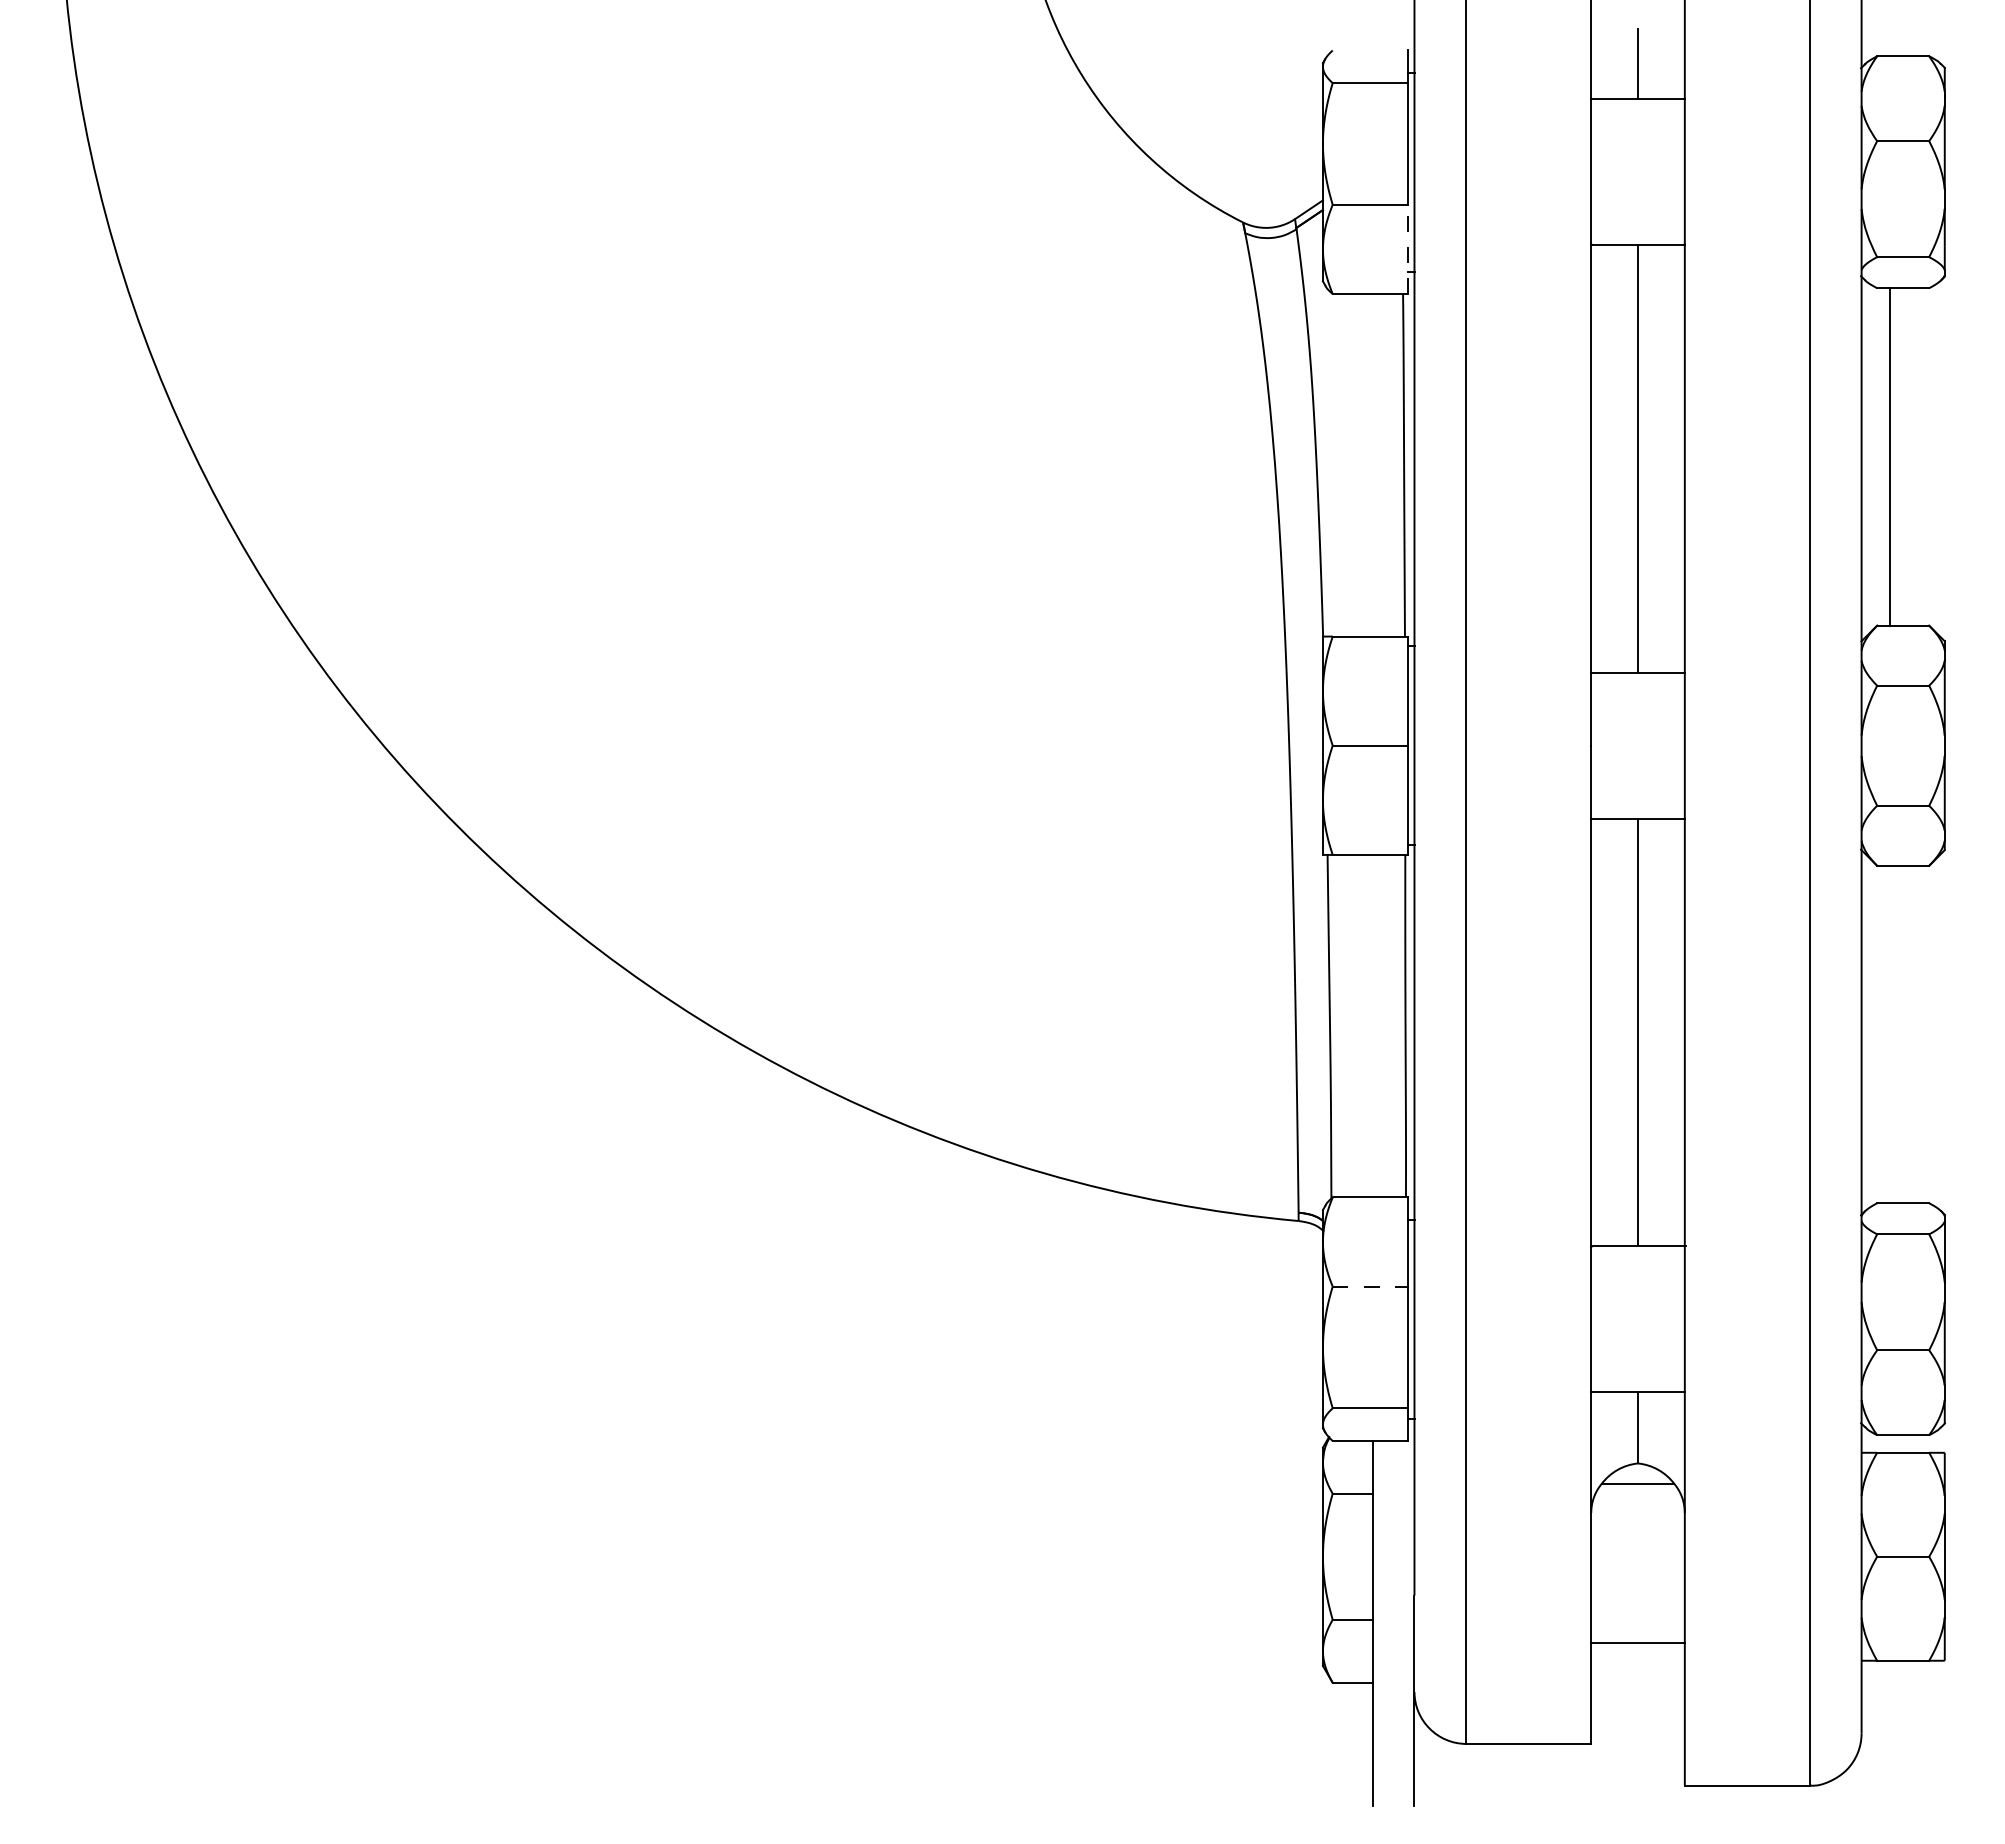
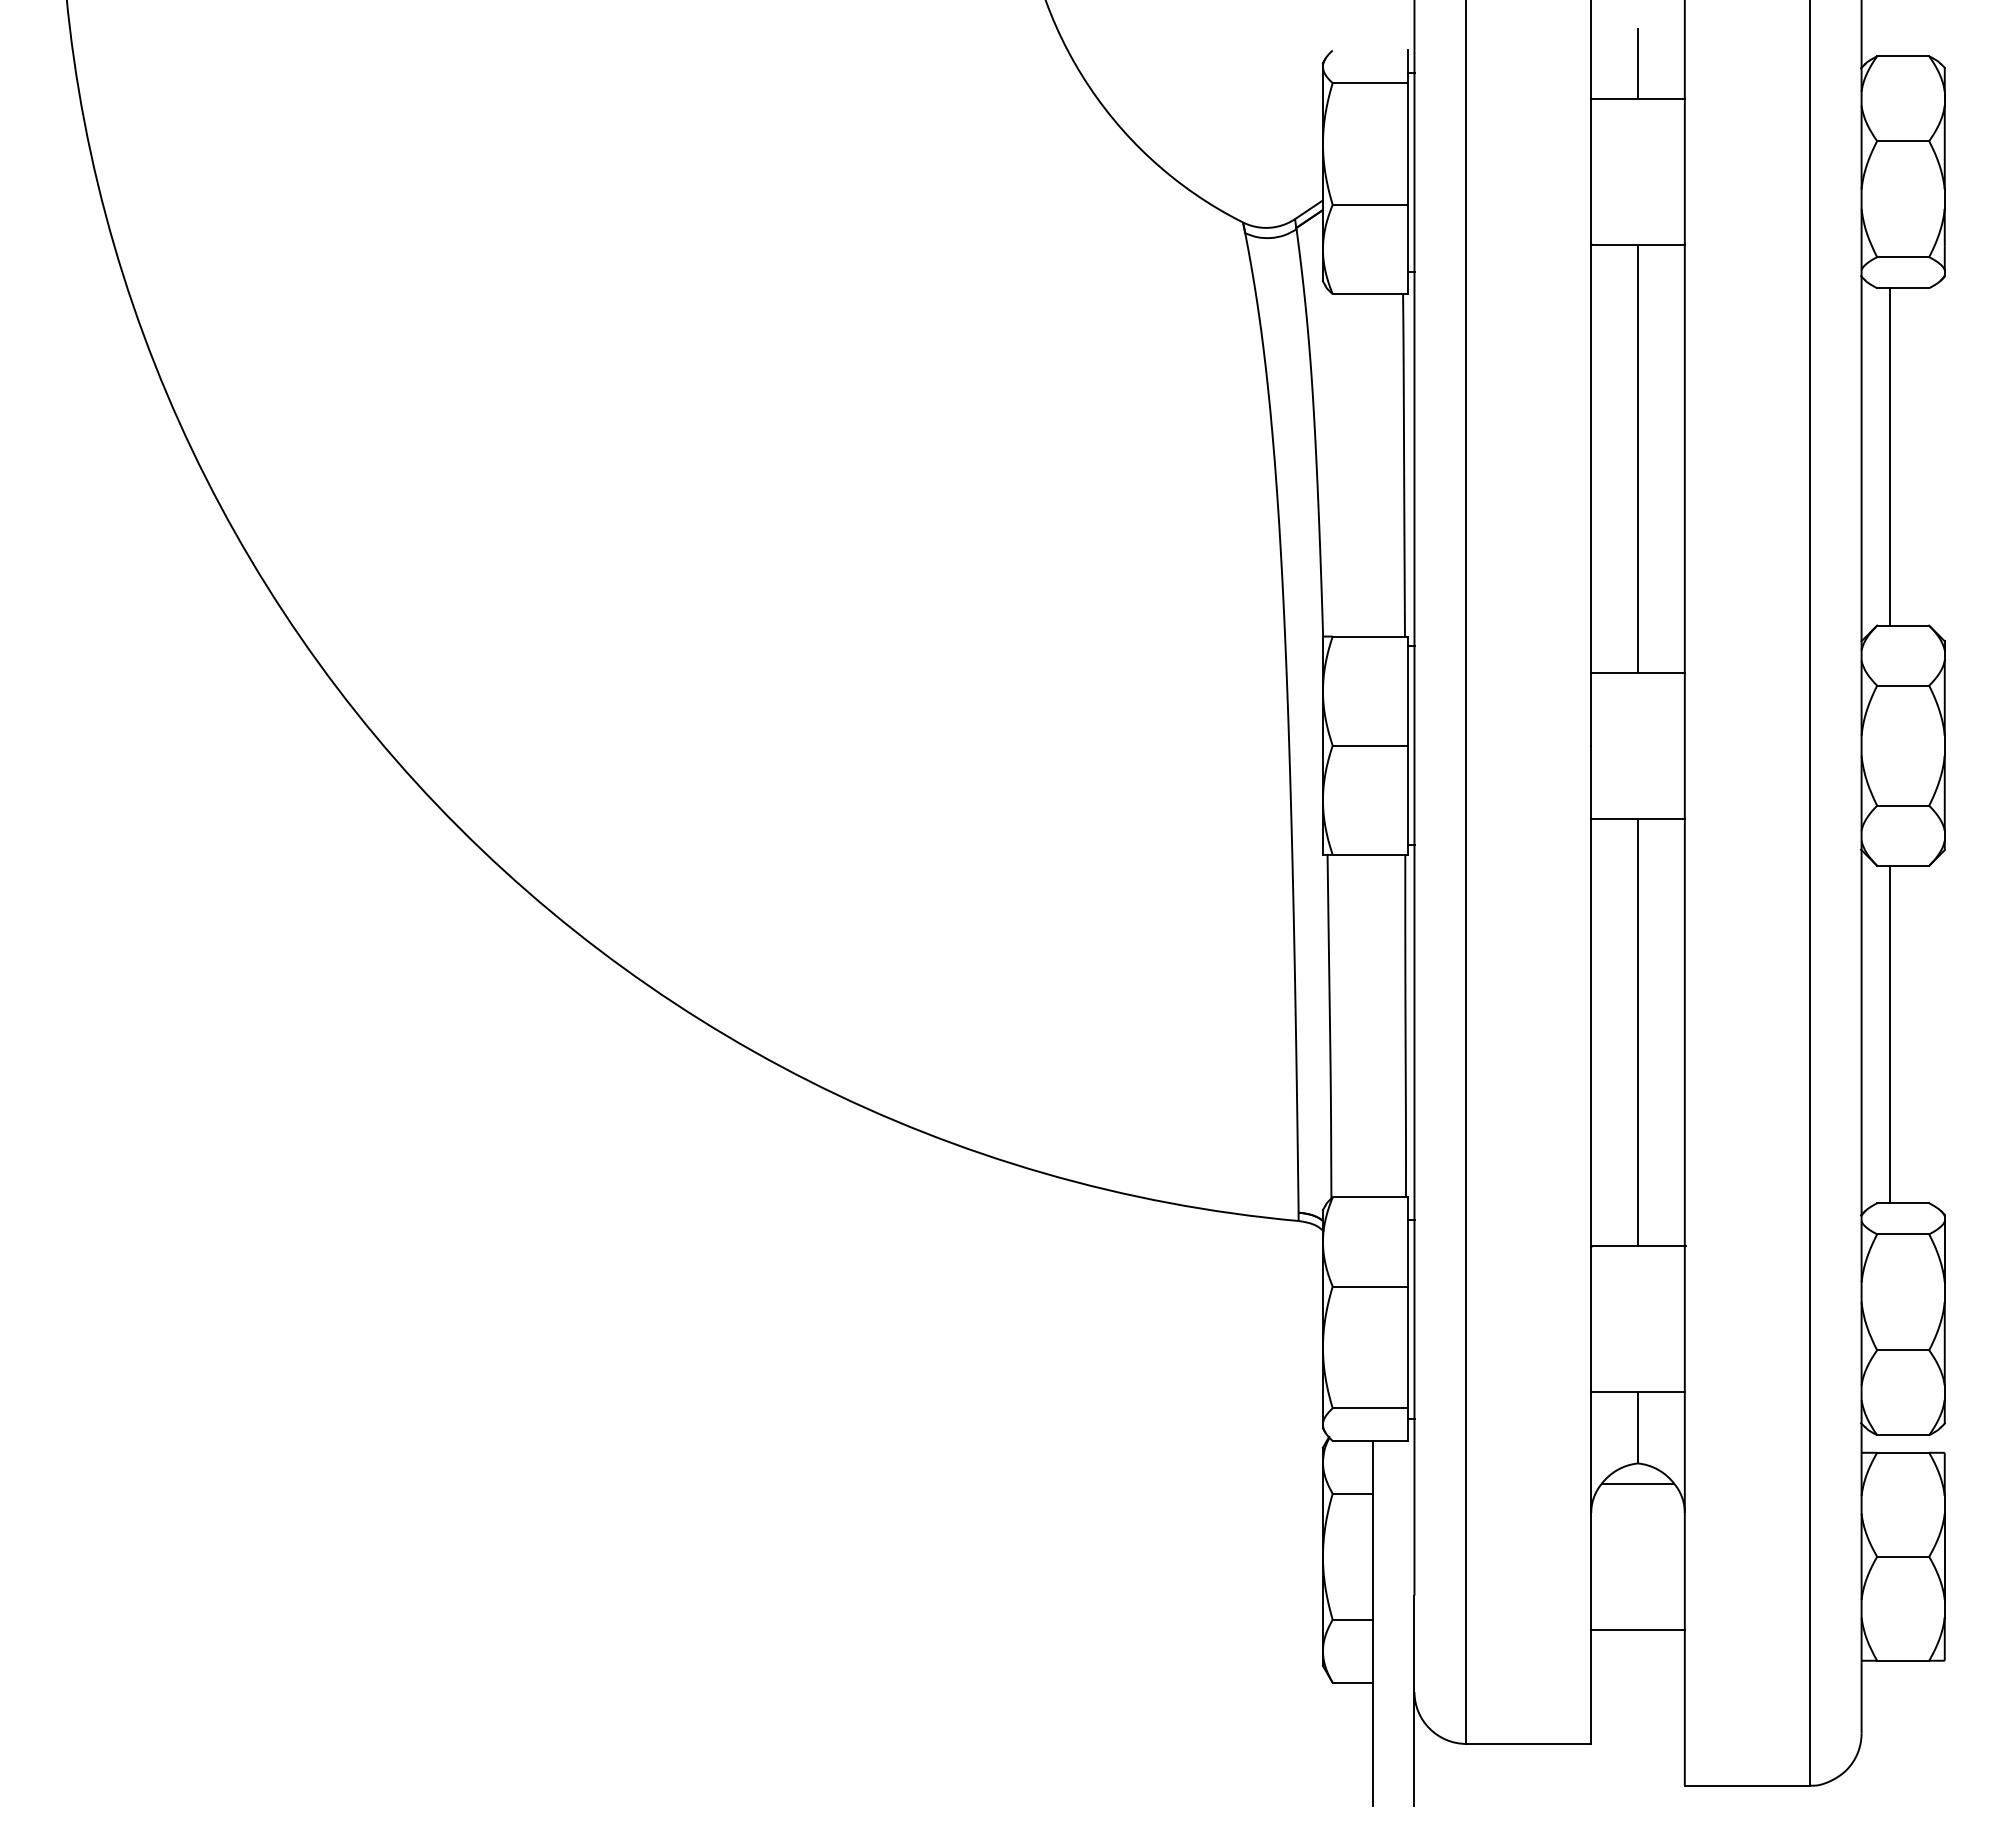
line at (1408, 249): dashed -> solid
line at (1889, 1034): none -> present
line at (1370, 1286): dashed -> solid
line at (1637, 1642) position: (1637, 1642) -> (1637, 1629)
